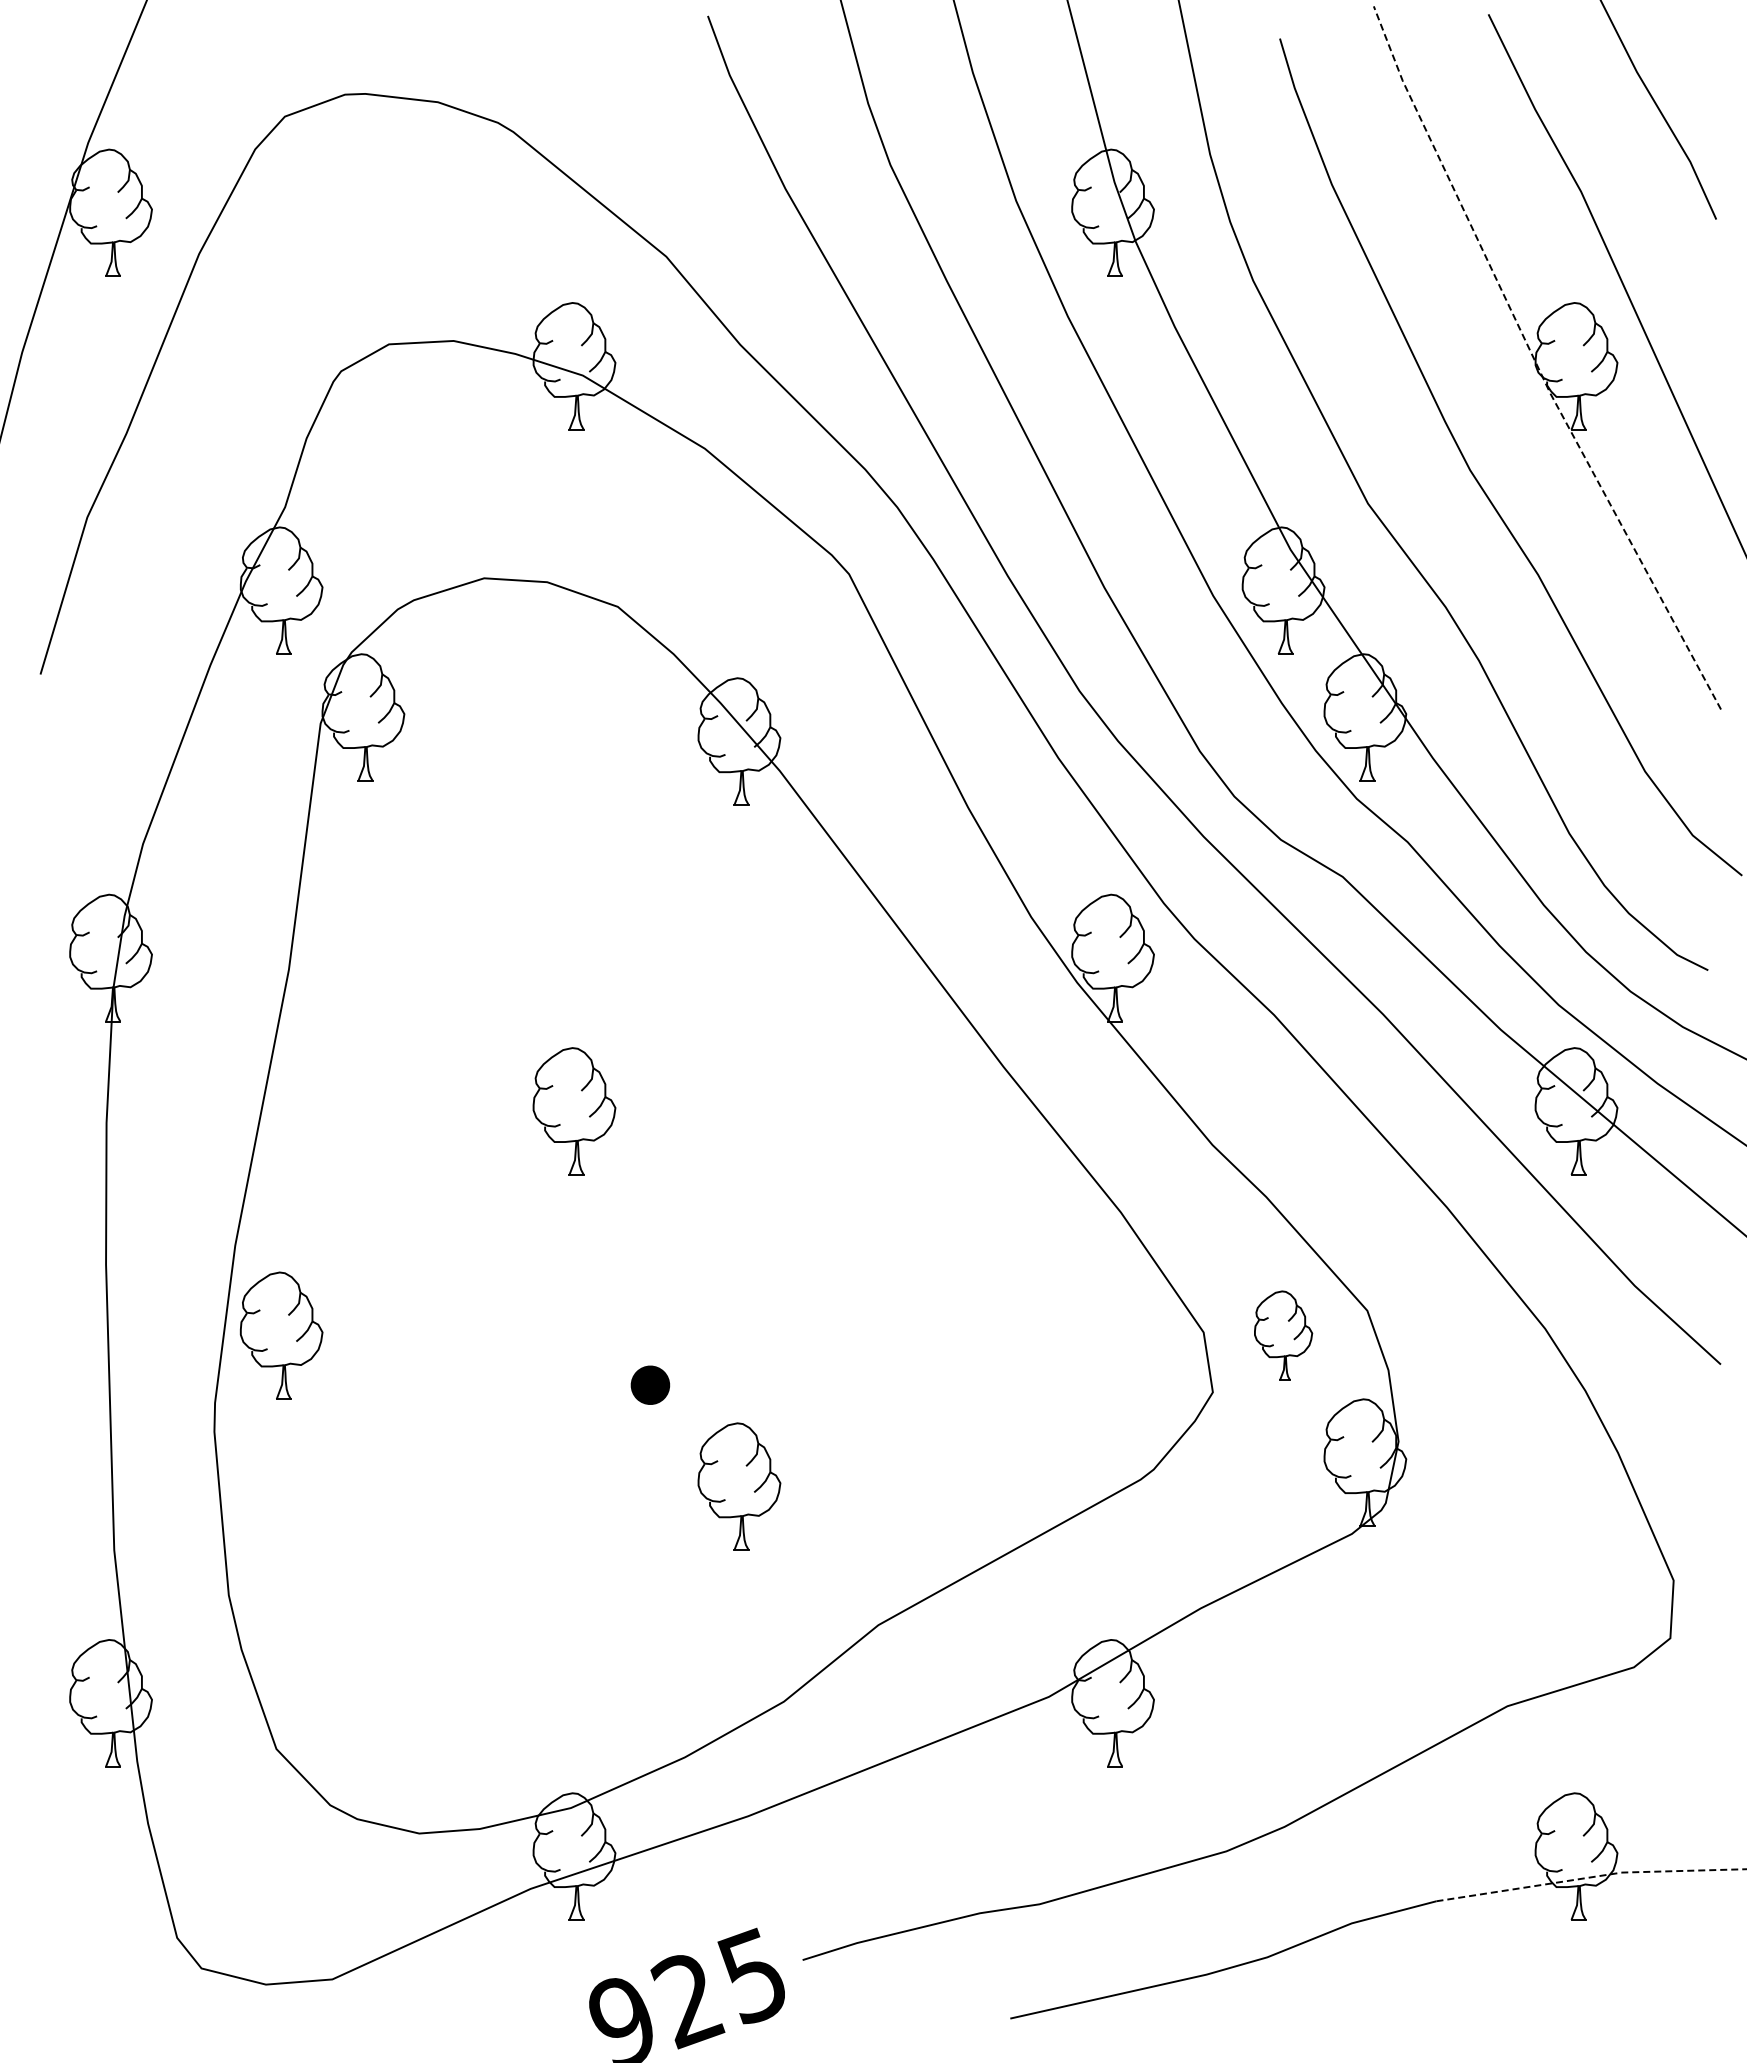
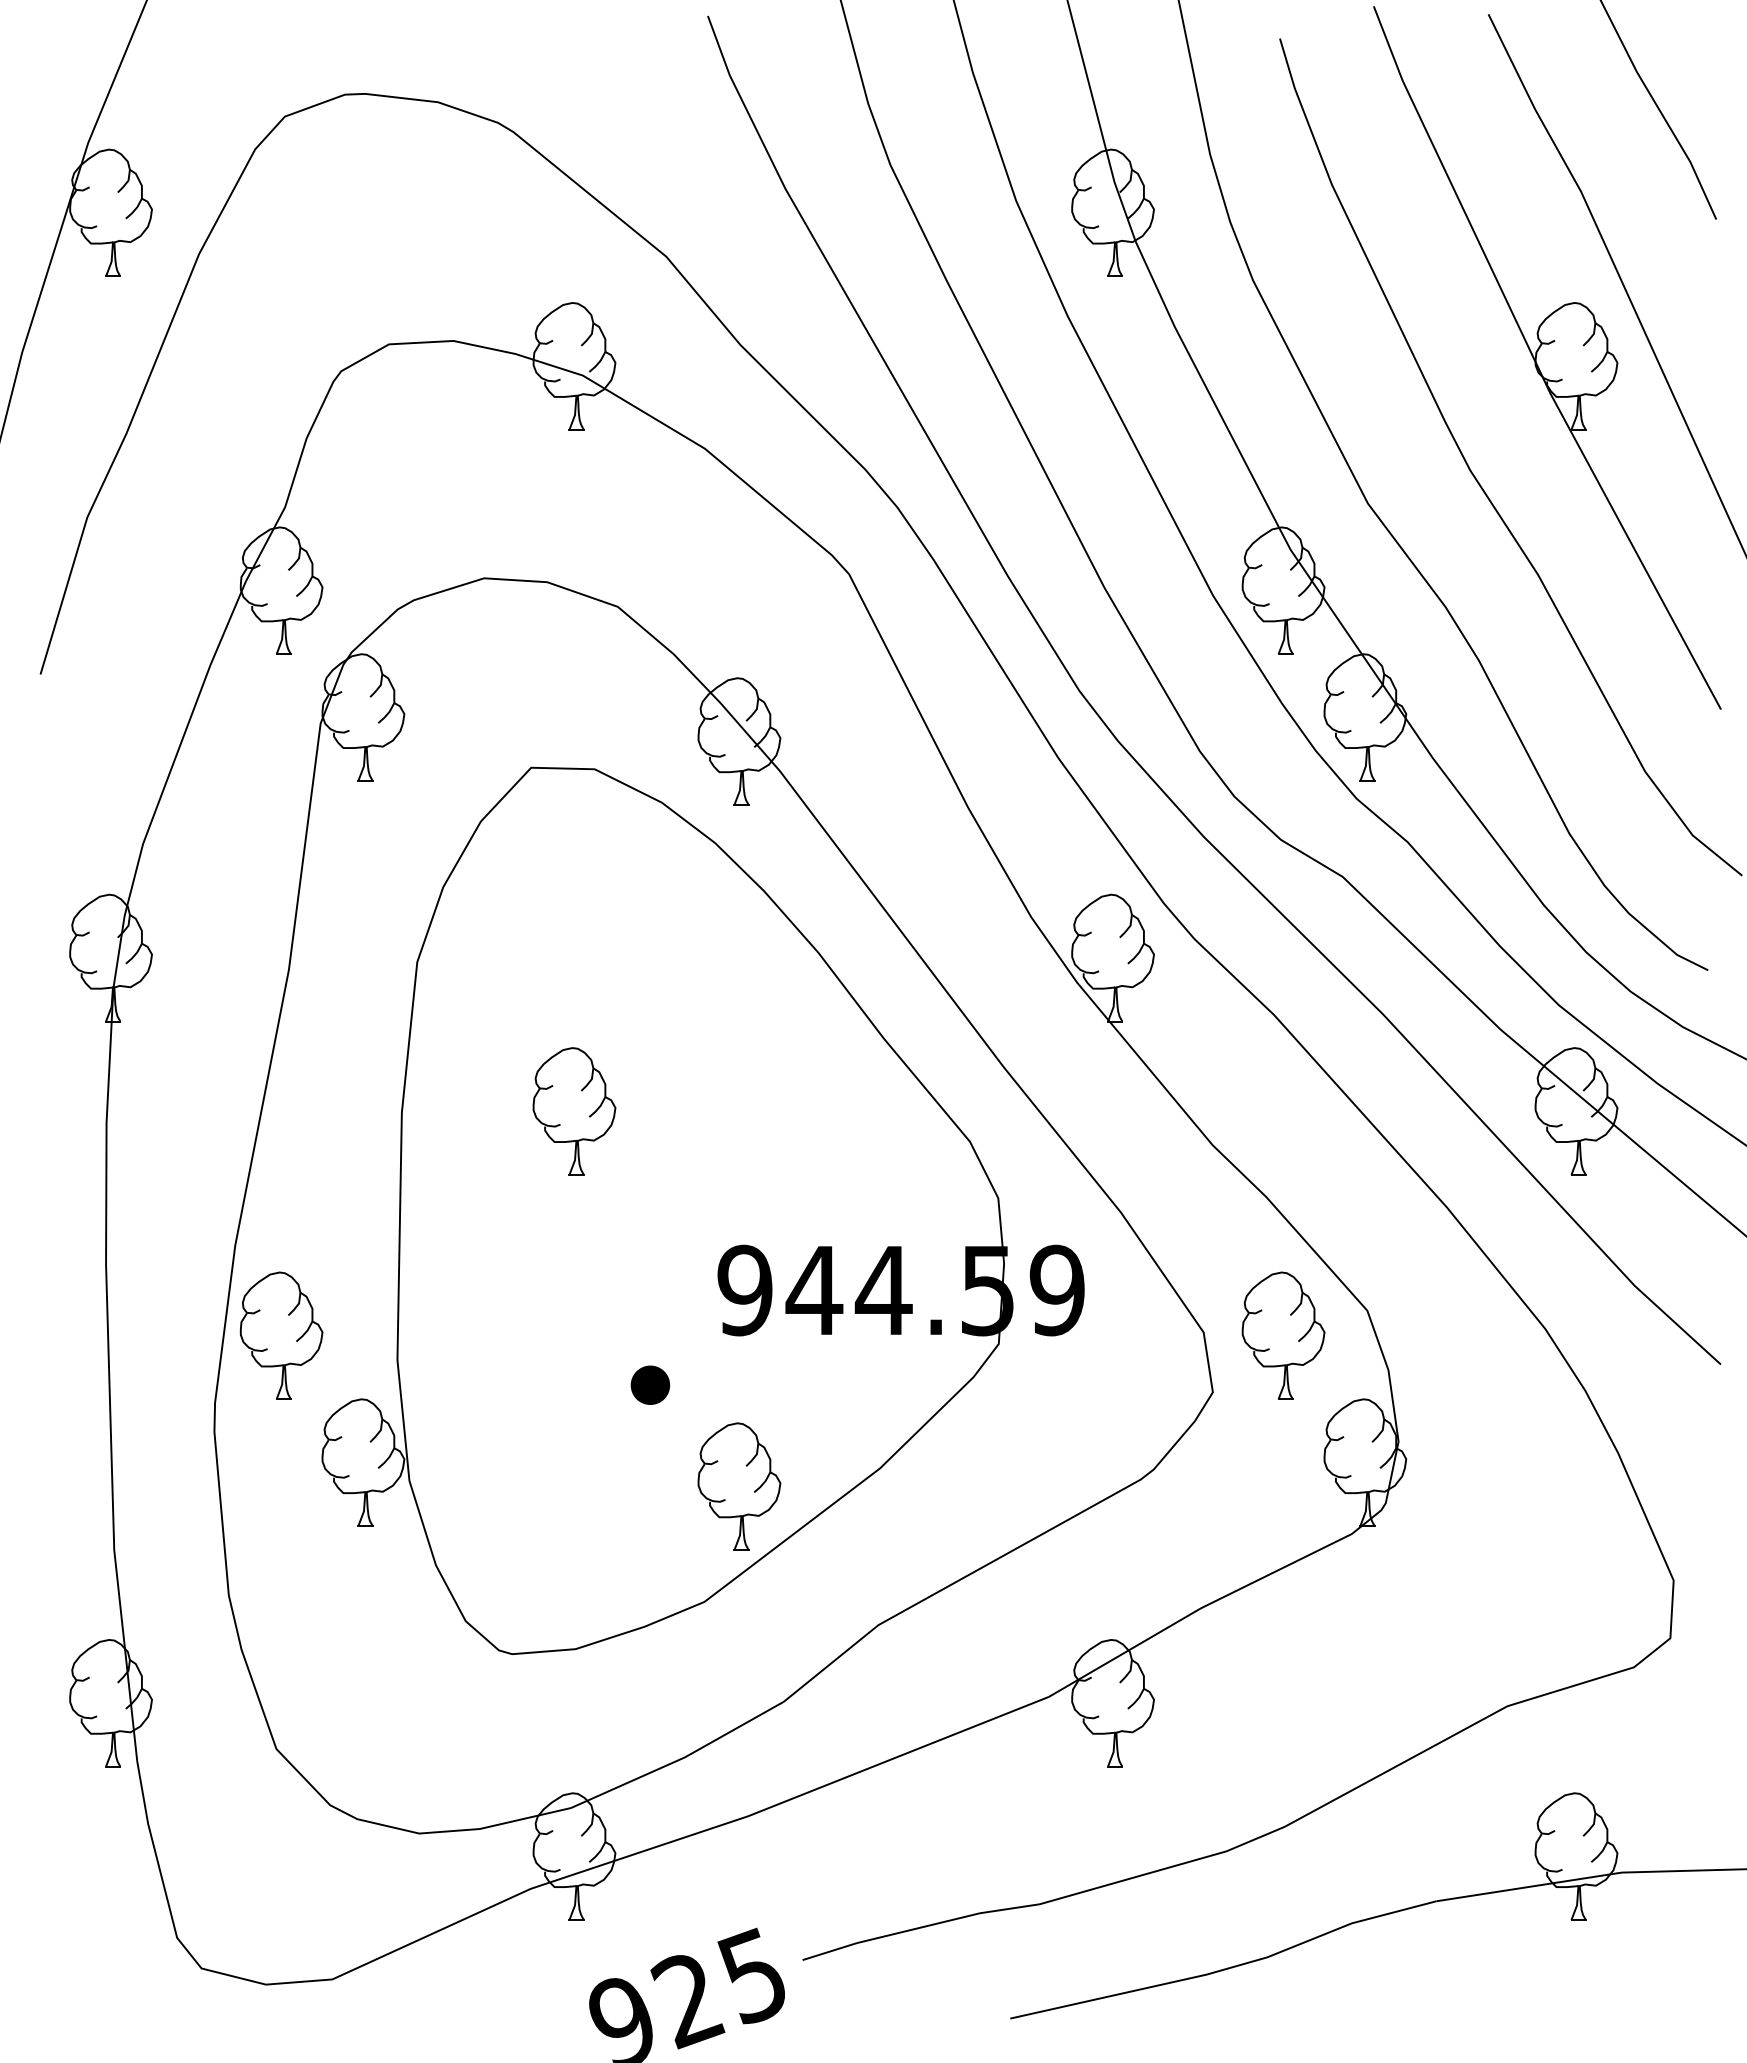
line at (1536, 363): dashed -> solid
part at (702, 1210): none -> present
part at (1283, 1335) size: 60x91 px -> 85x129 px
line at (1591, 1877): dashed -> solid
